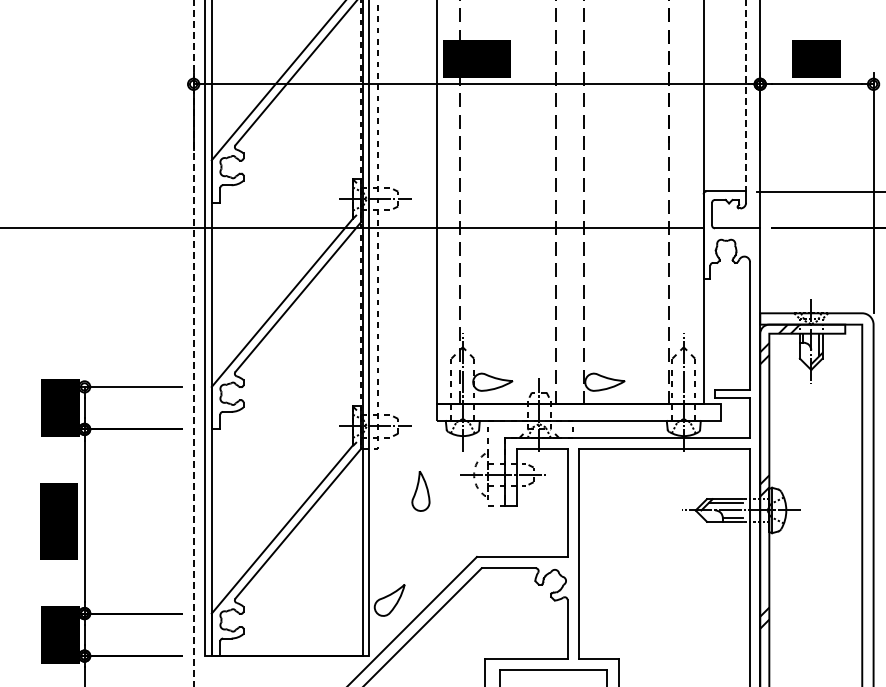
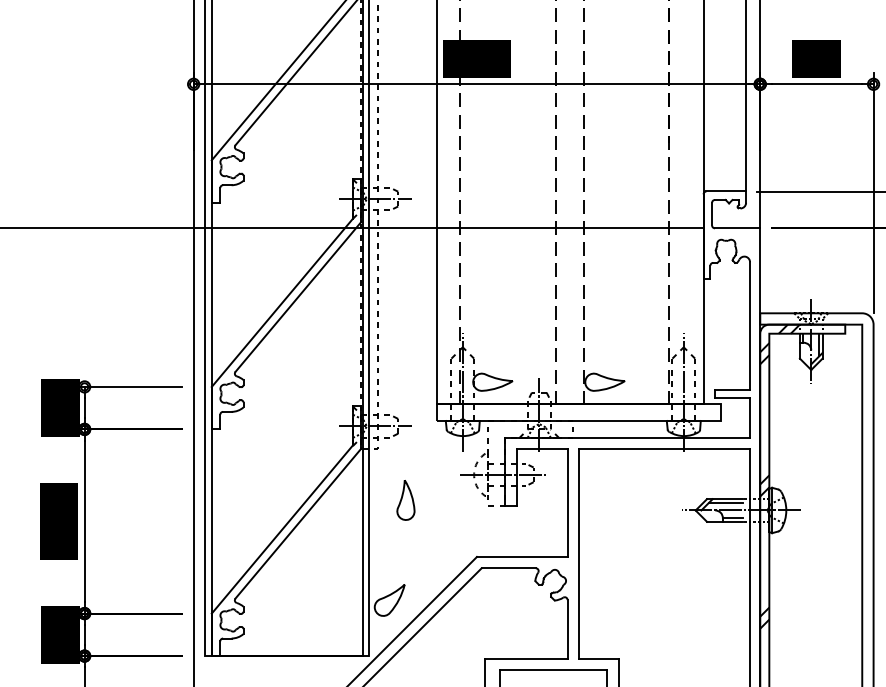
line at (746, 96): dashed -> solid
line at (193, 343): dashed -> solid
part at (420, 491) position: (420, 491) -> (405, 500)
